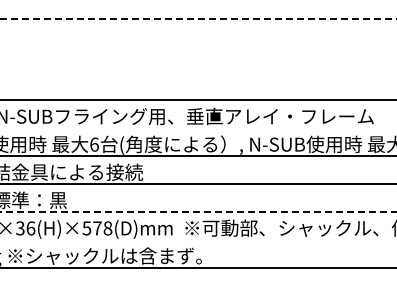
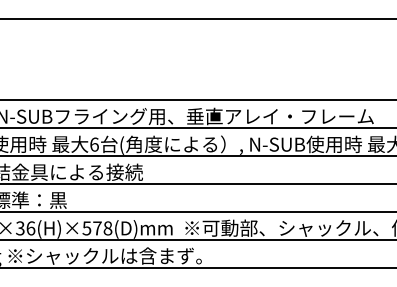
line at (198, 18): dashed -> solid
line at (197, 128): none -> present
line at (198, 211): dashed -> solid
line at (197, 239): none -> present
